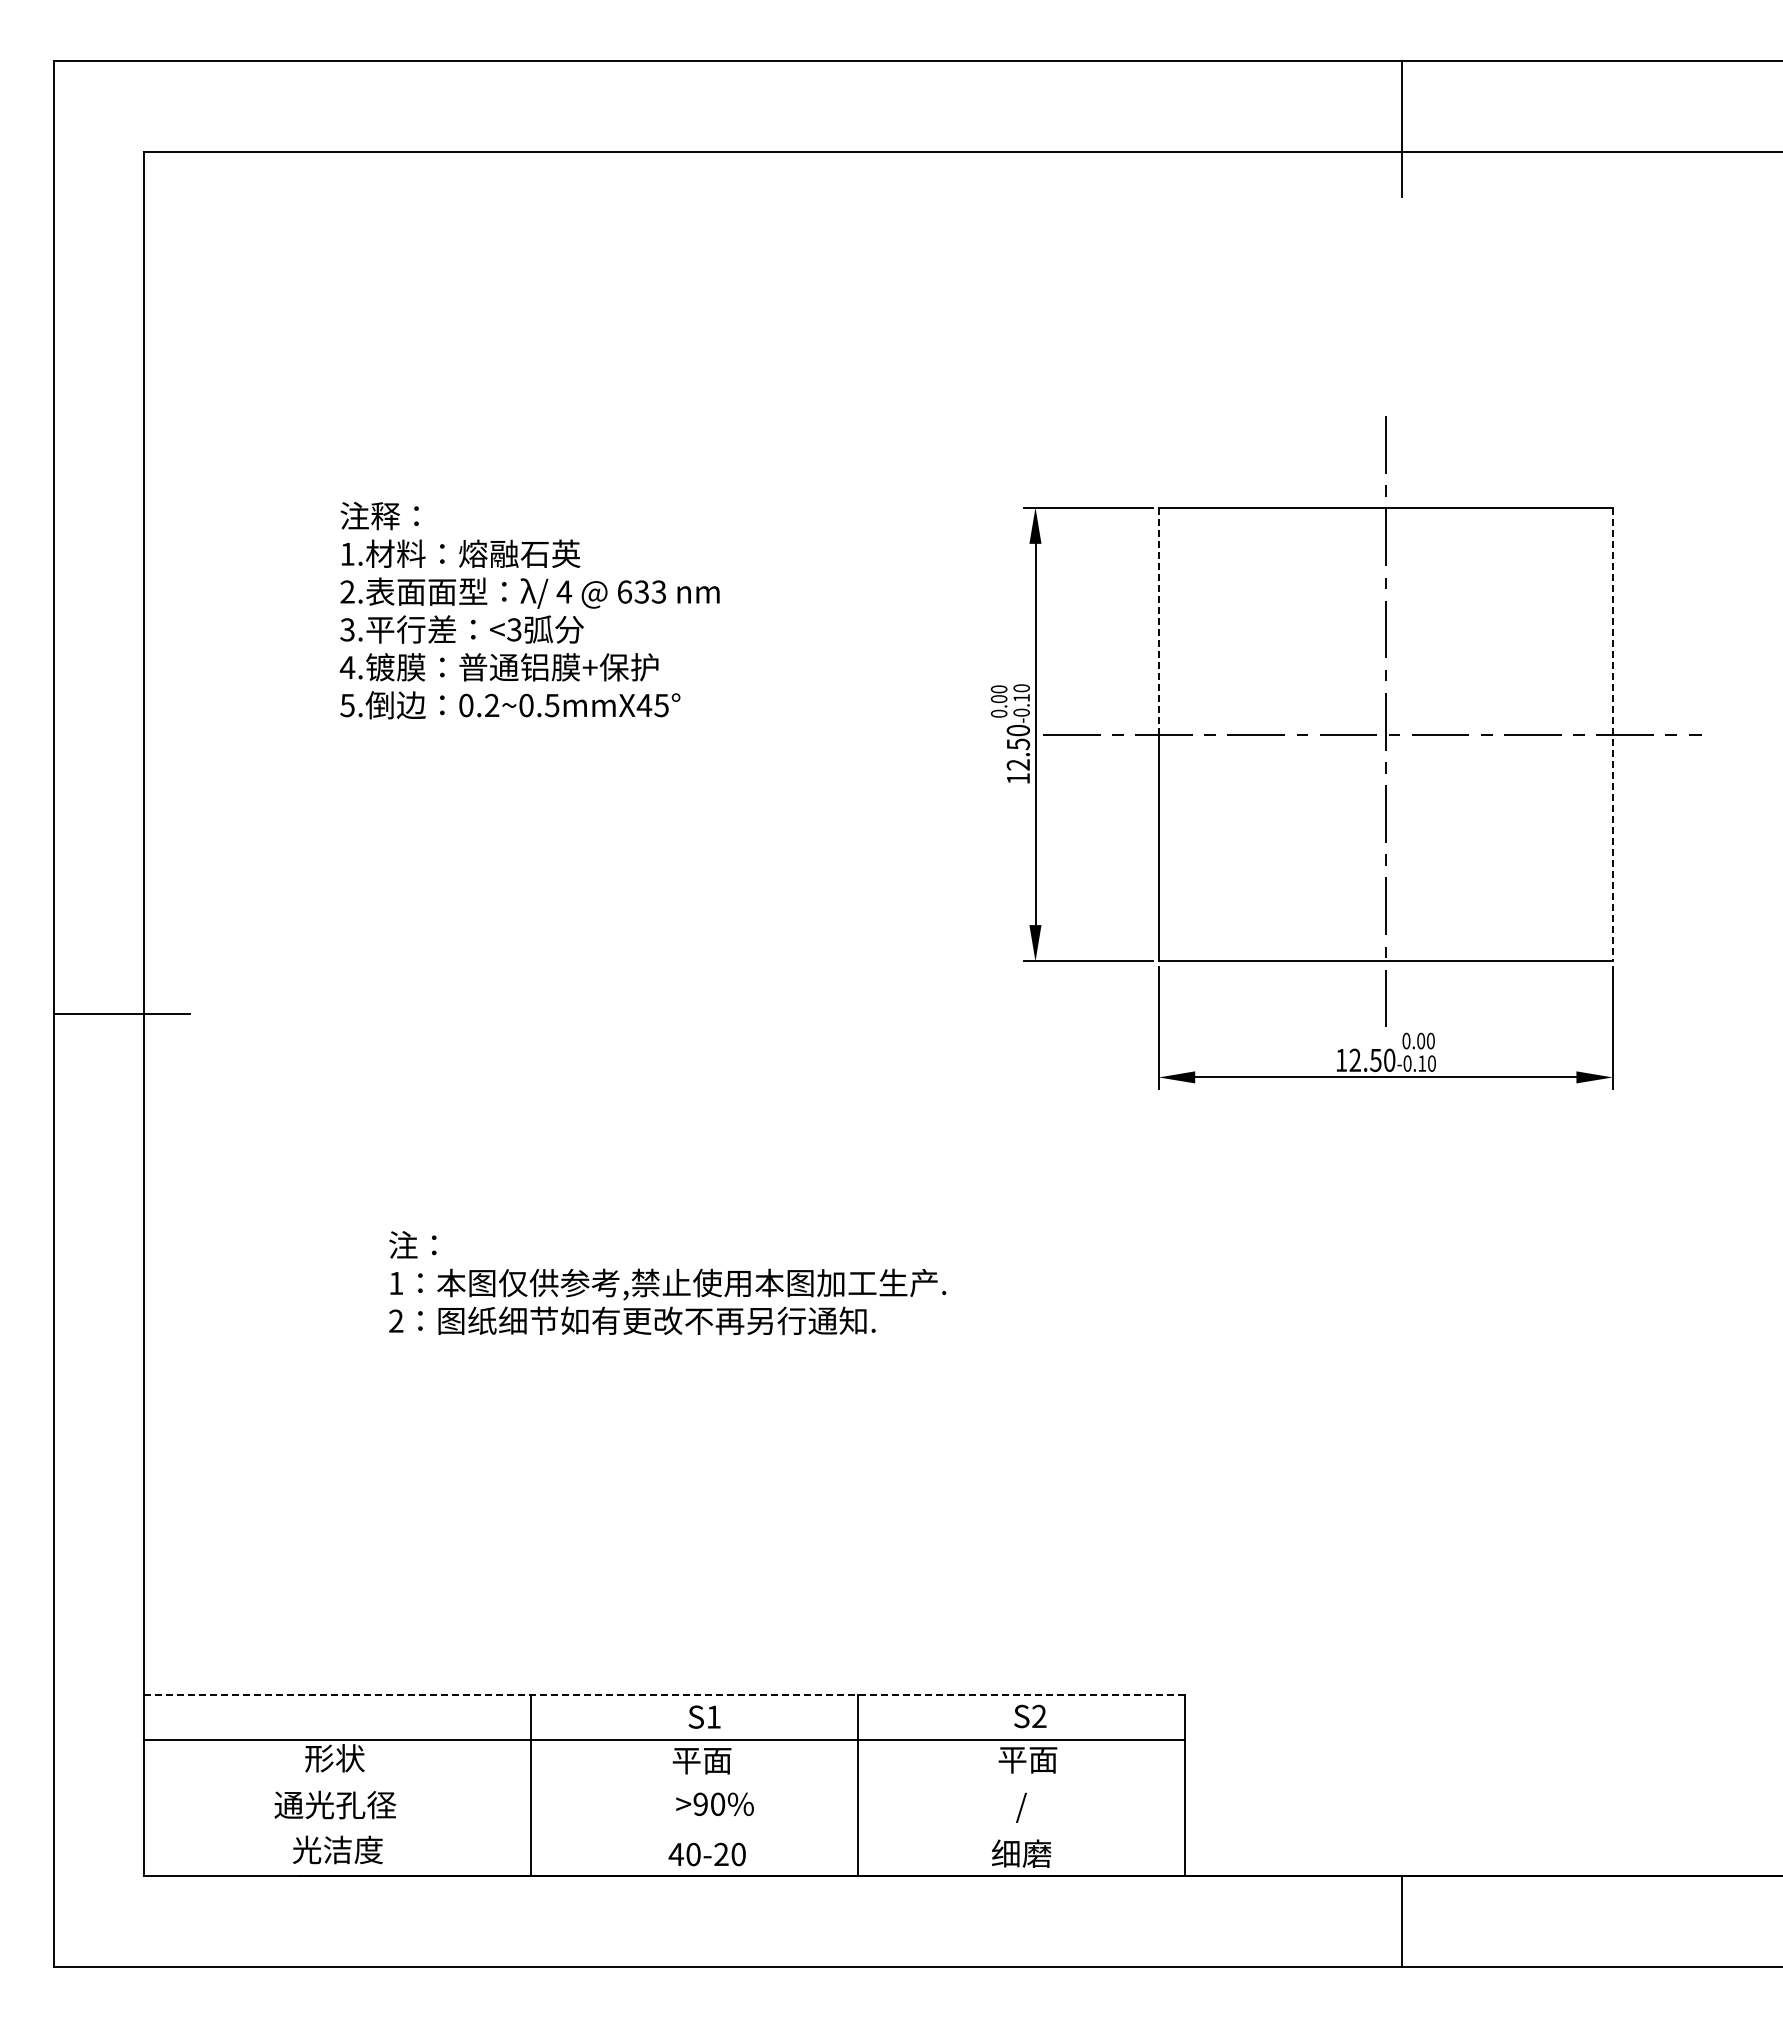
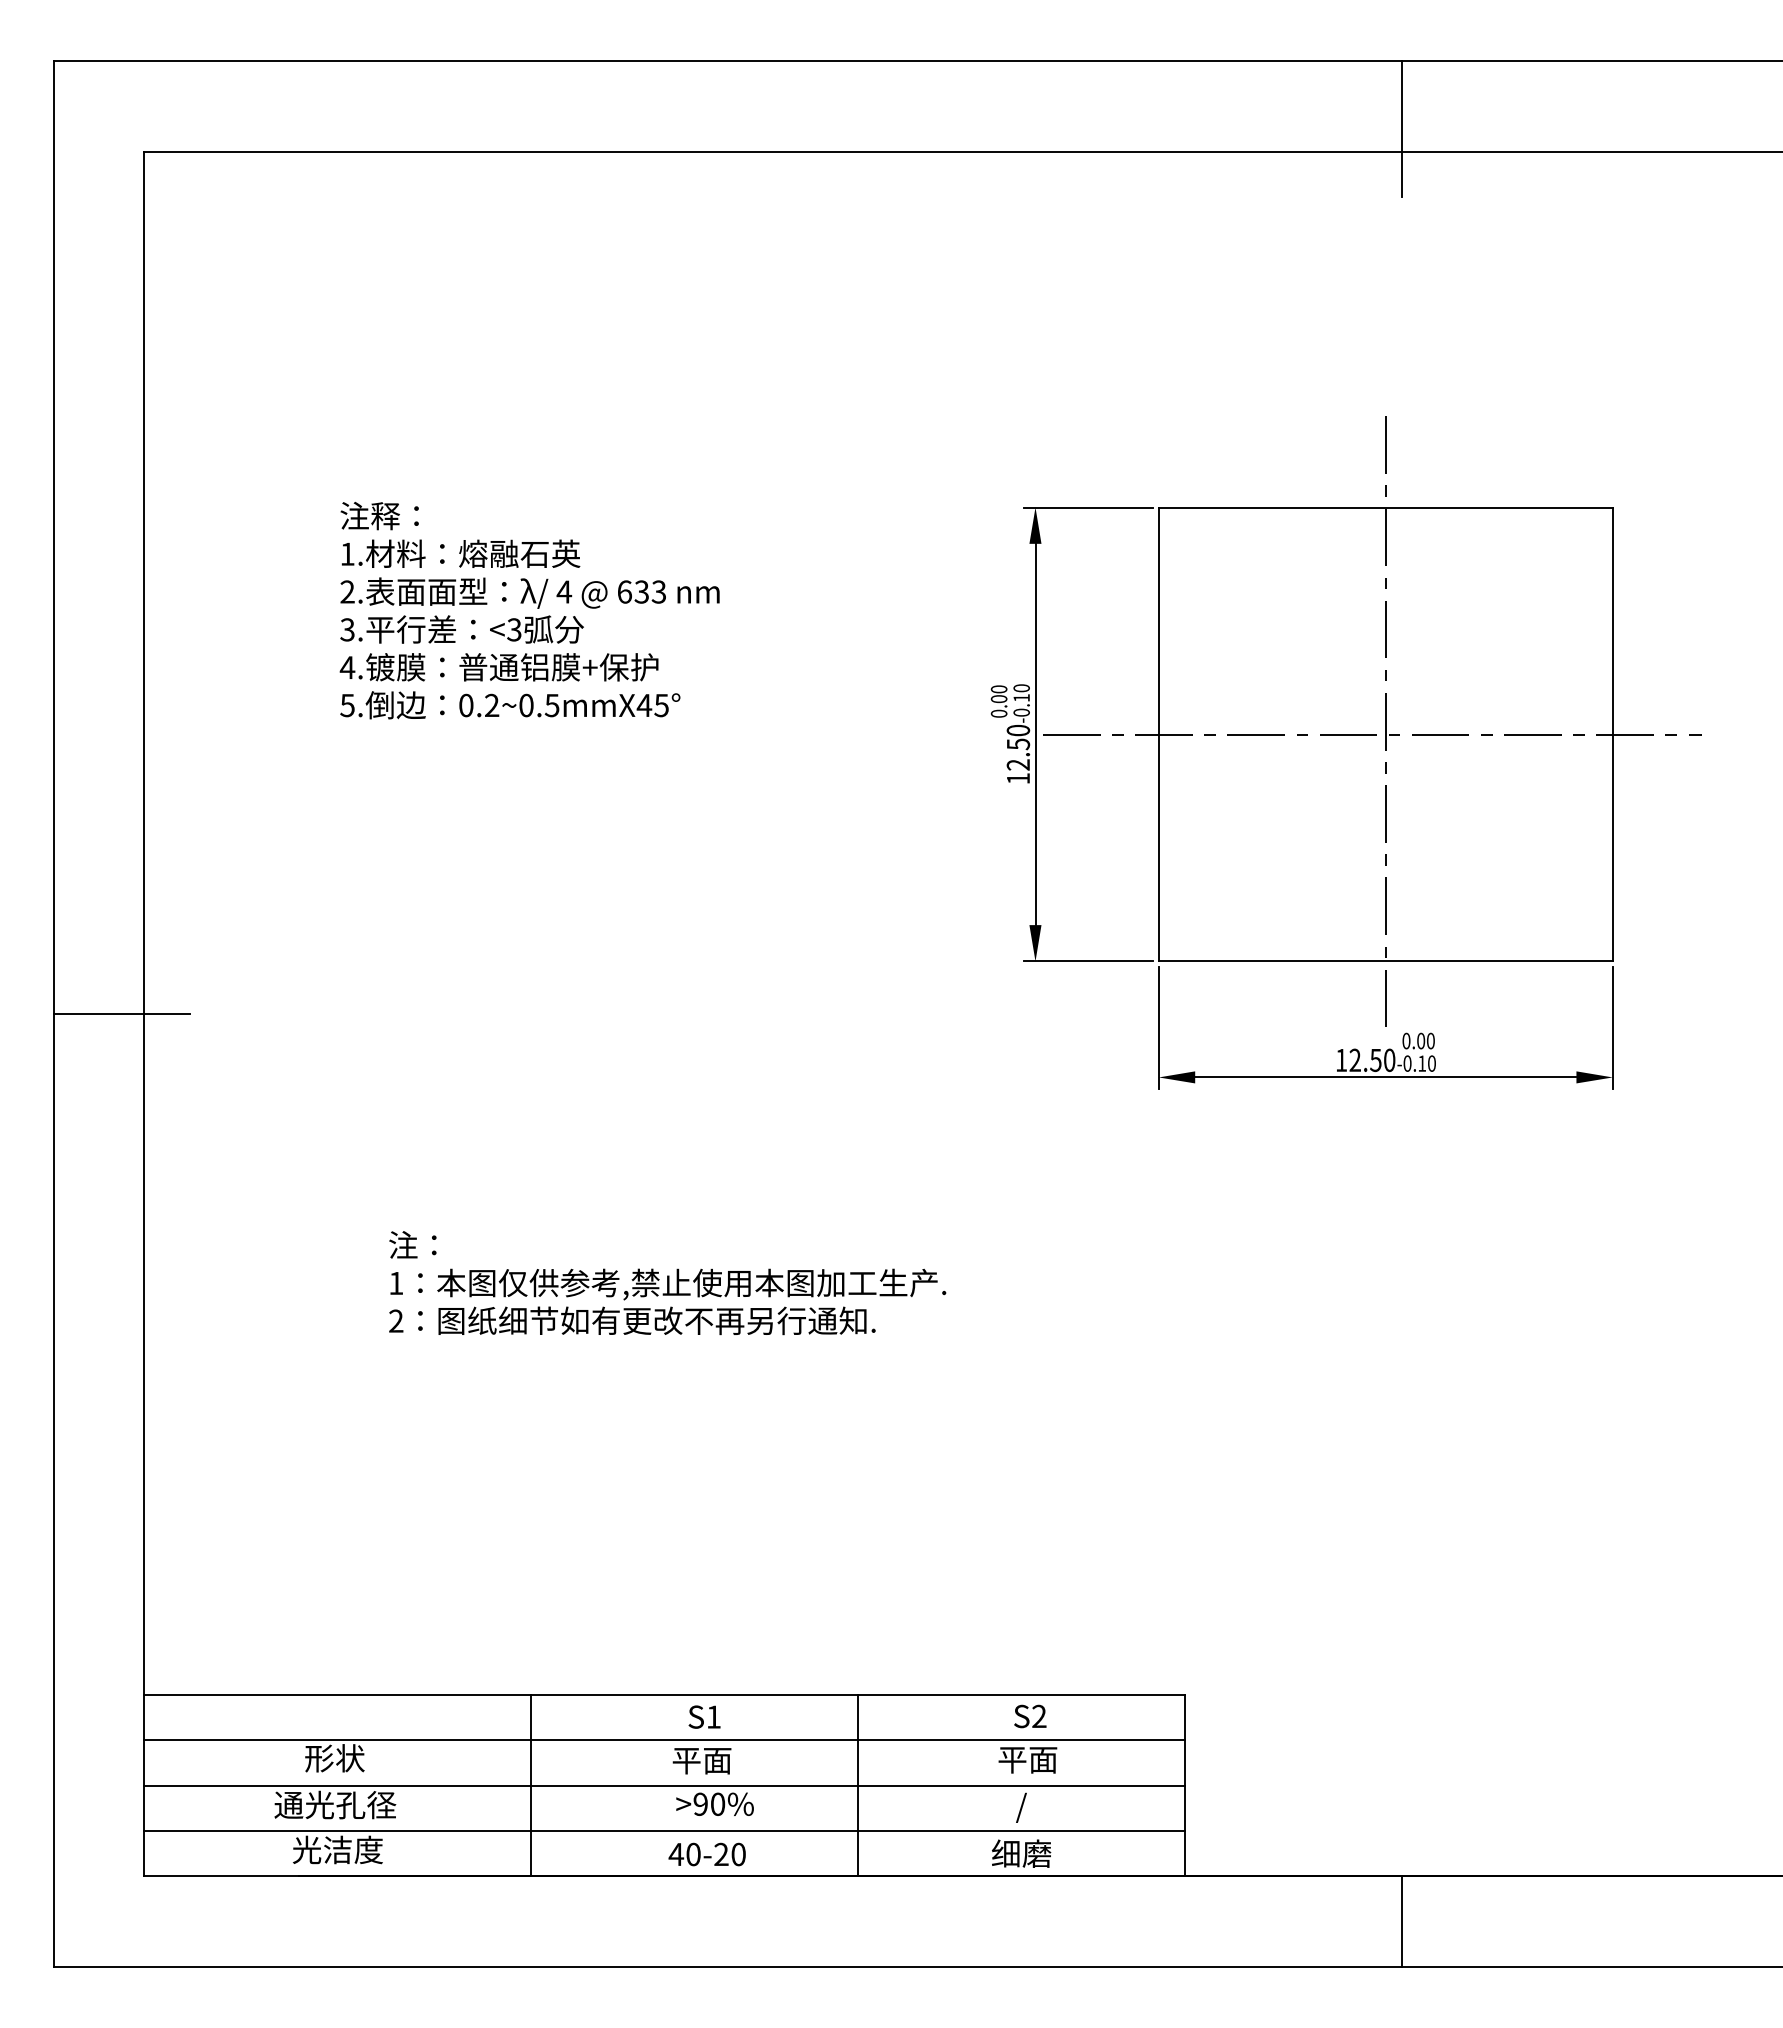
line at (1158, 620): dashed -> solid
line at (1612, 734): dashed -> solid
line at (665, 1694): dashed -> solid
line at (664, 1785): none -> present
line at (664, 1830): none -> present
